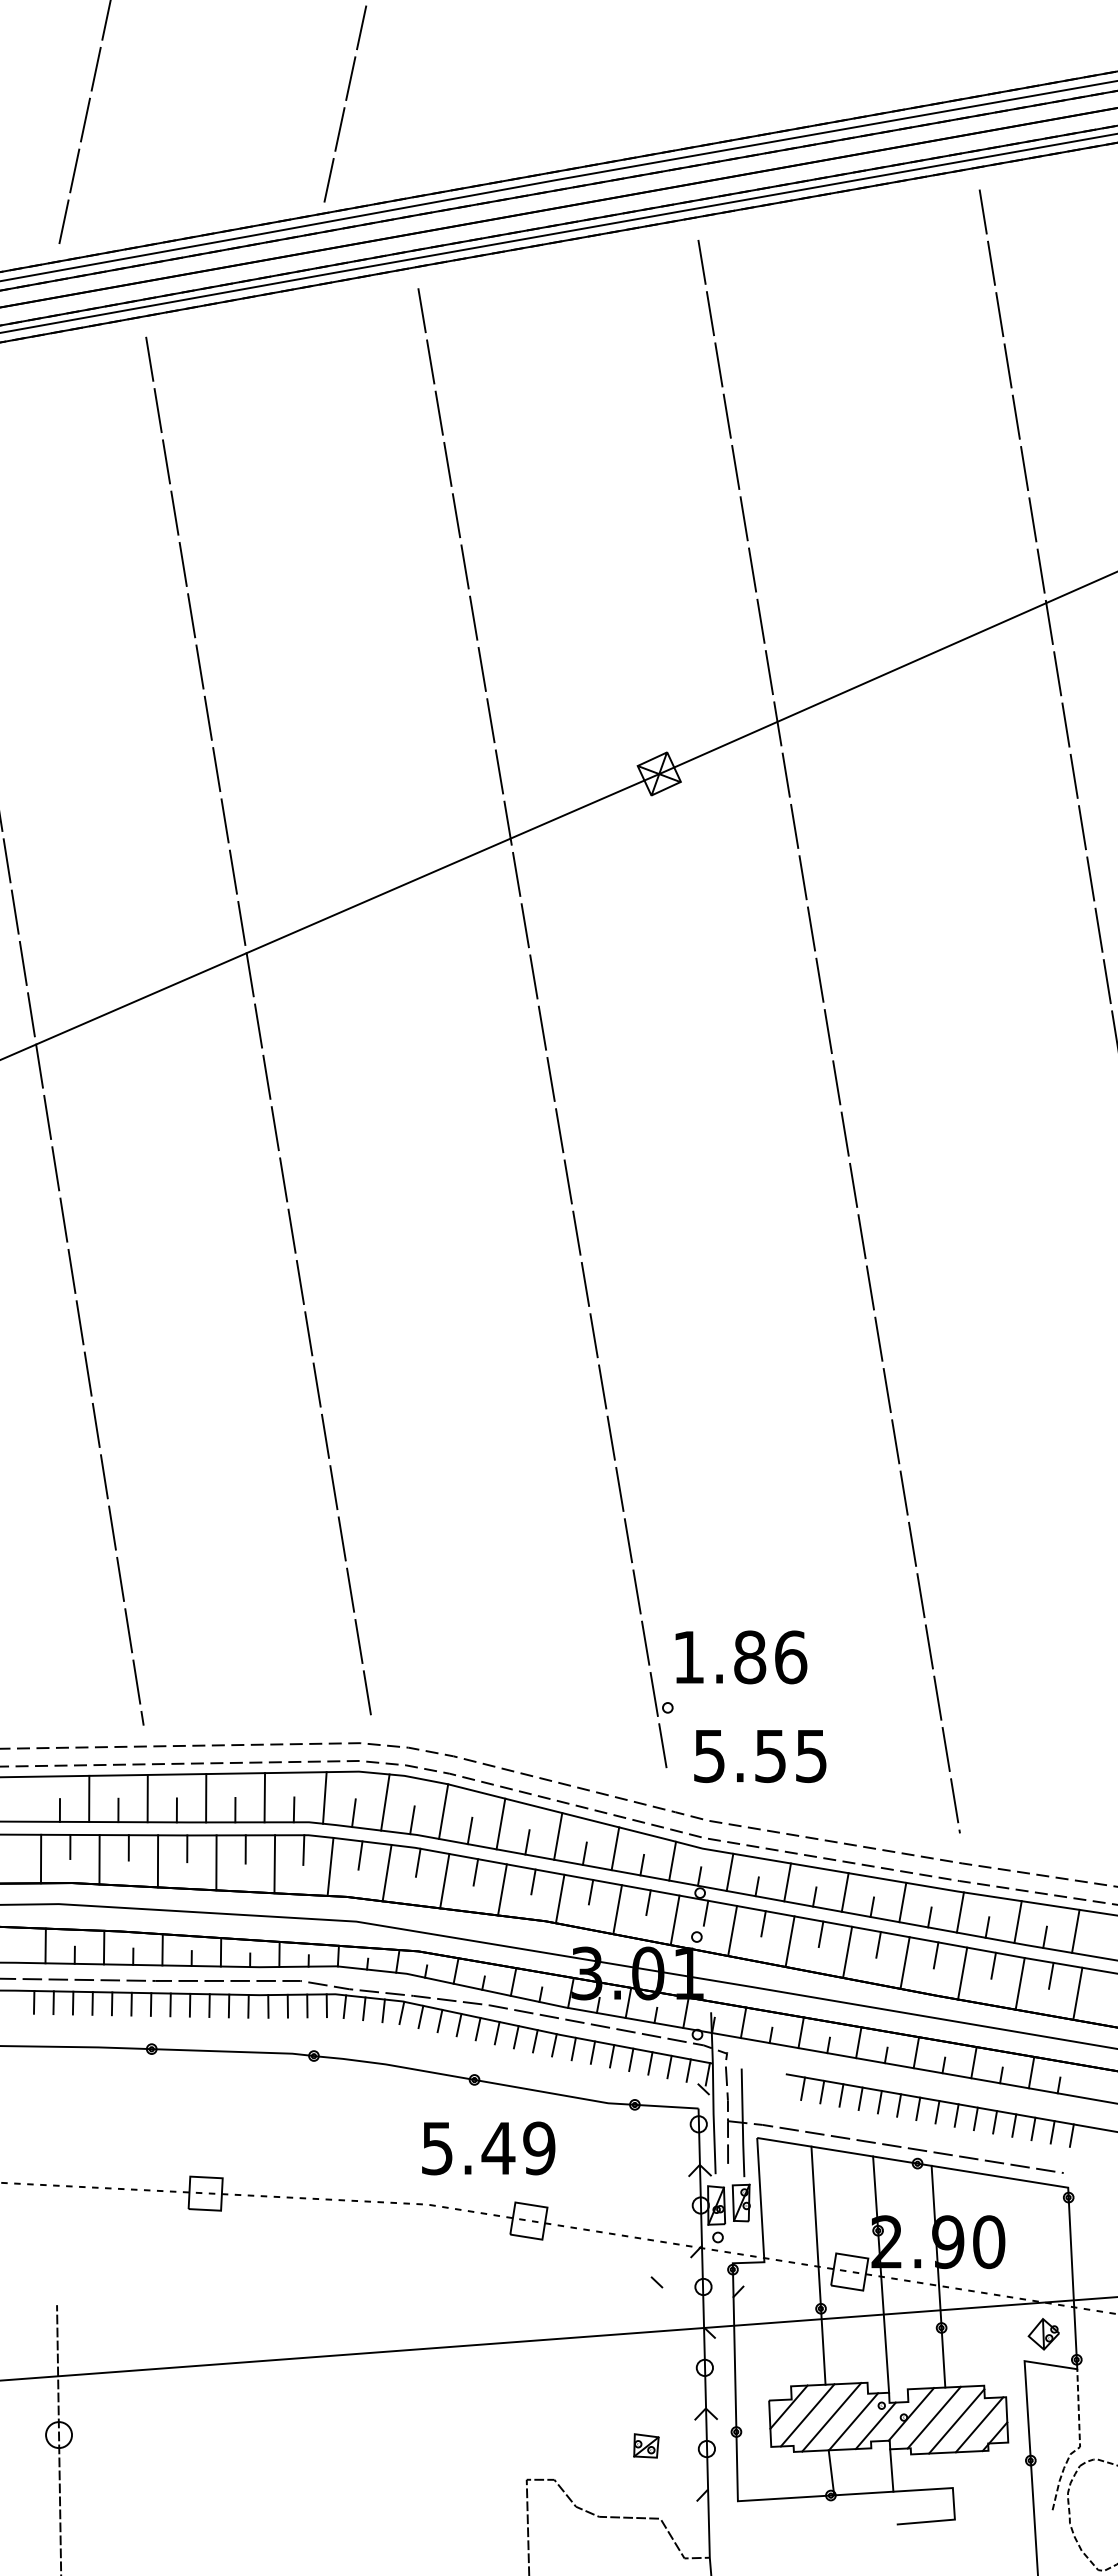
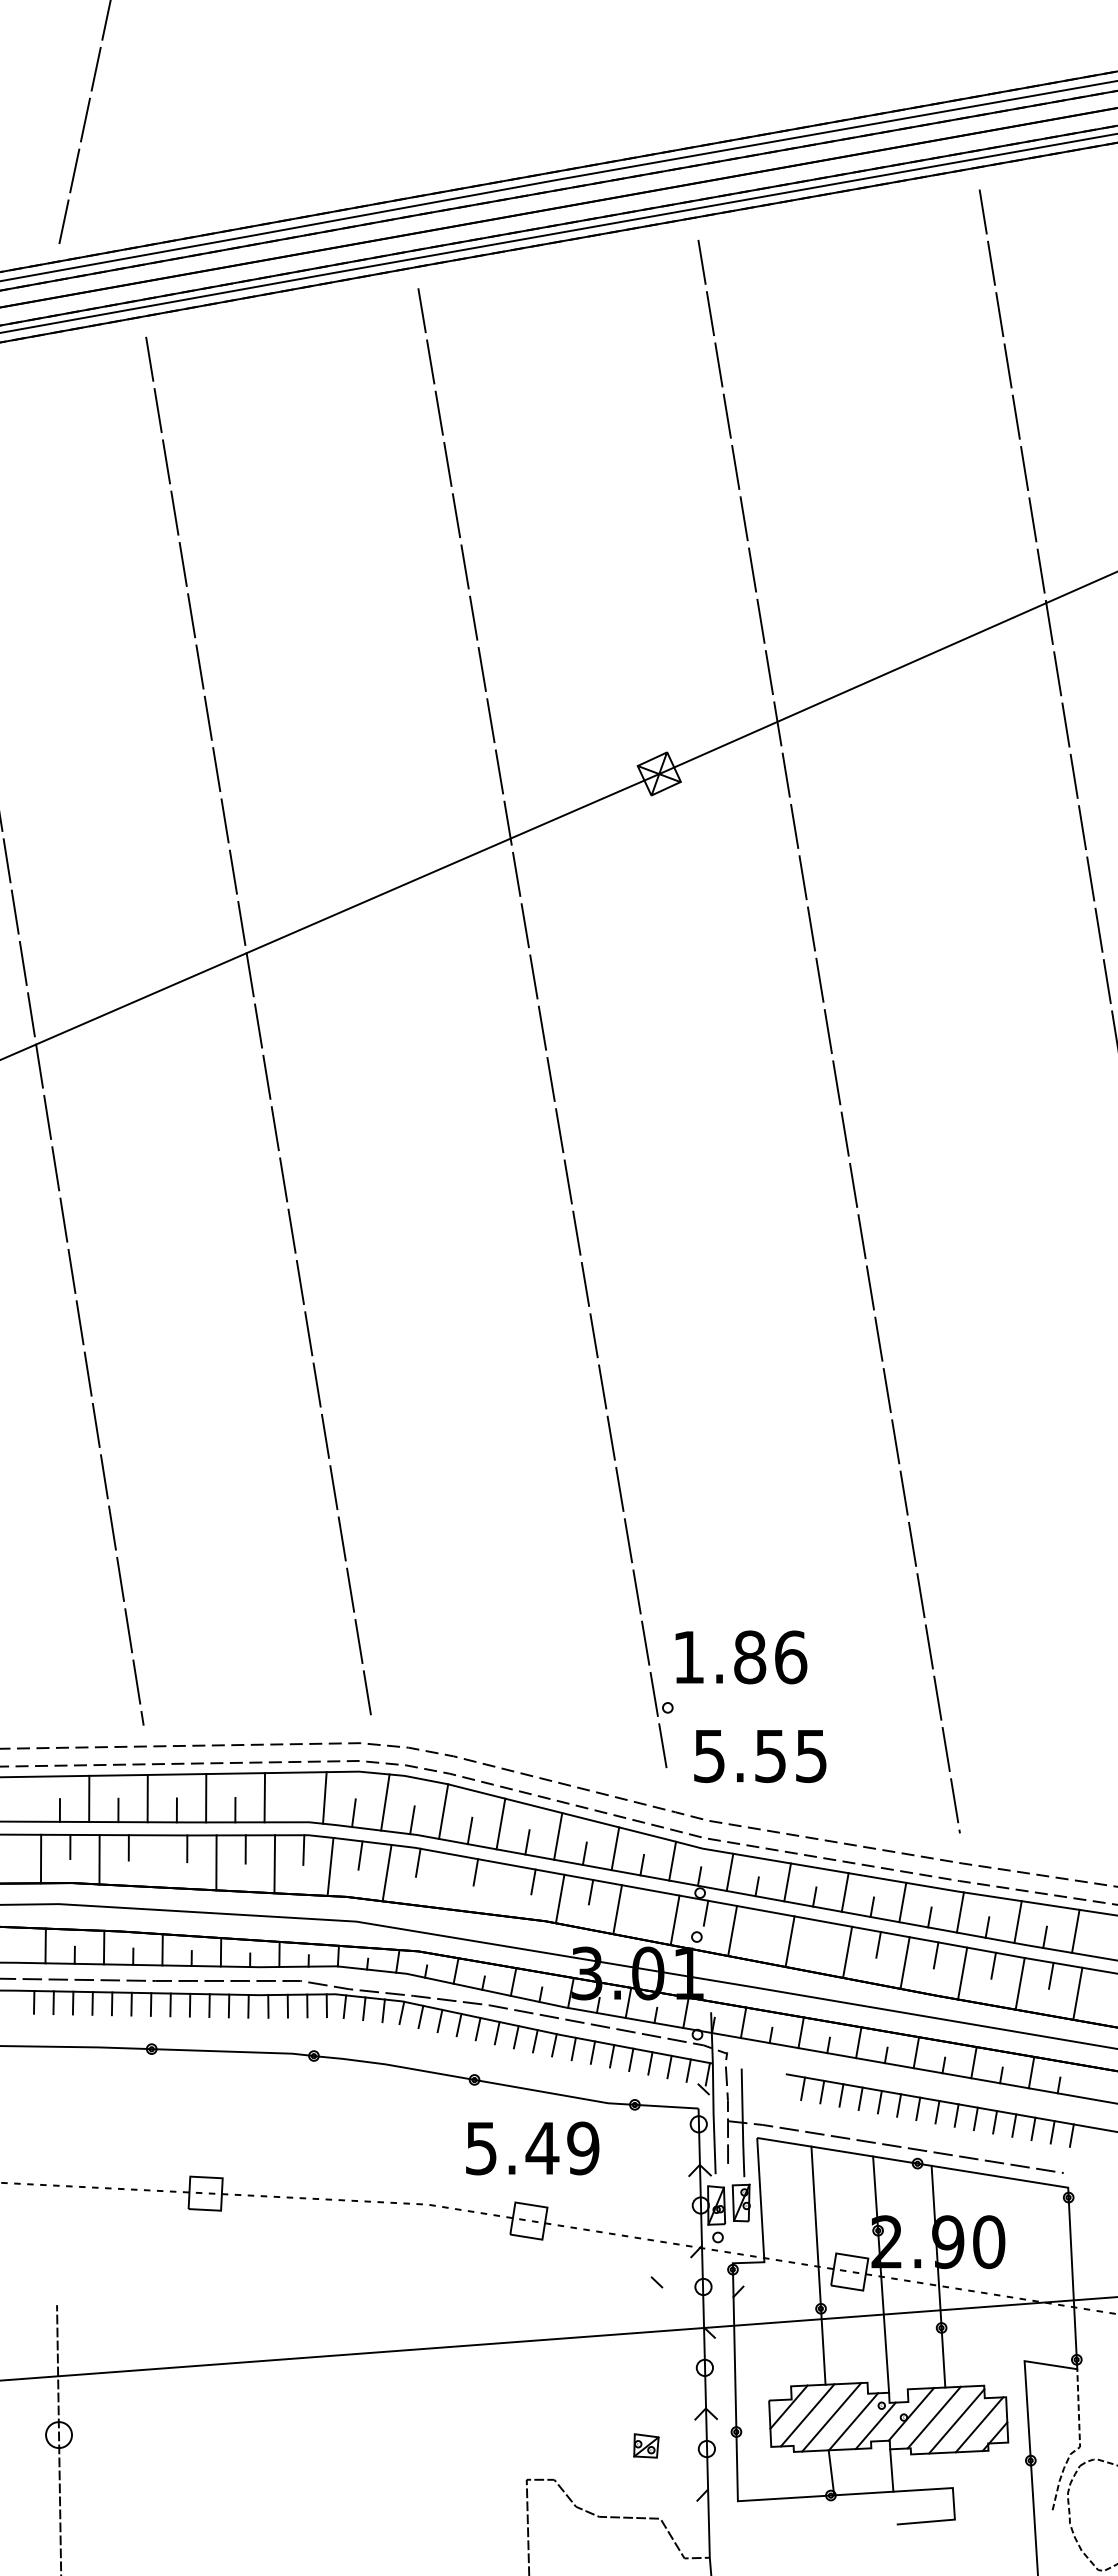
line at (345, 102): present -> none
line at (293, 1809): present -> none
line at (157, 1861): present -> none
line at (444, 1880): present -> none
line at (502, 1889): present -> none
line at (648, 1902): present -> none
line at (763, 1923): present -> none
line at (820, 1934): present -> none
text at (488, 2148) position: (488, 2148) -> (532, 2148)
part at (1043, 2334): present -> none
